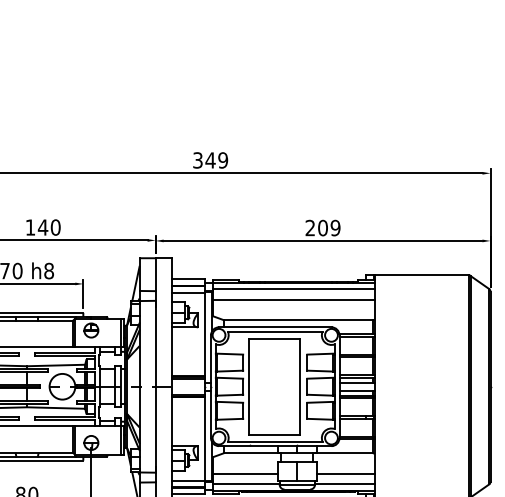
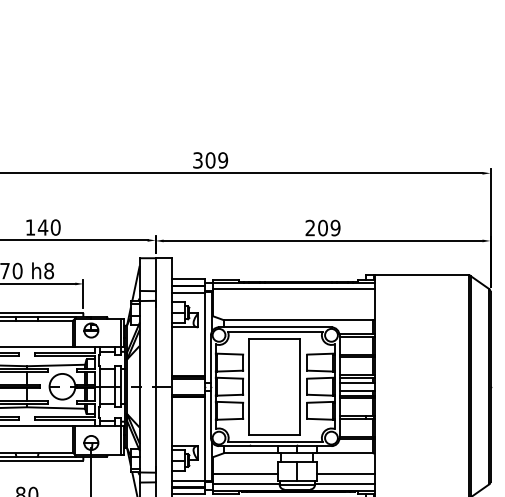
text at (210, 160): 349 -> 309
line at (293, 299): present -> none
